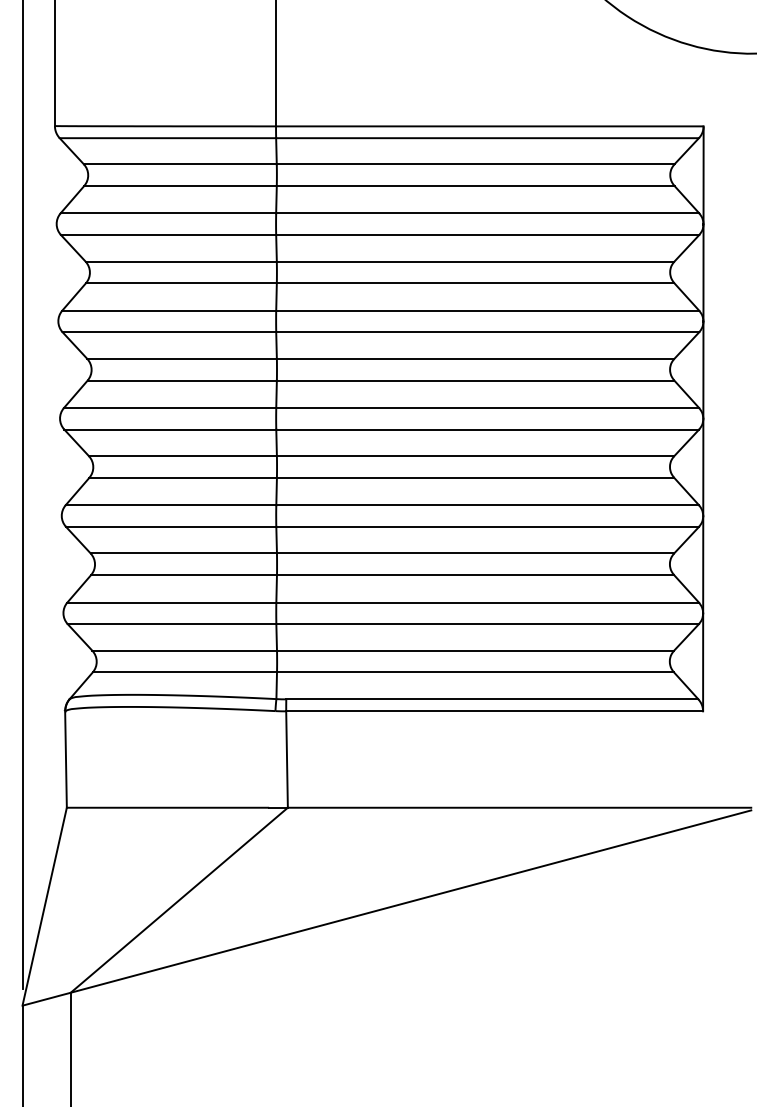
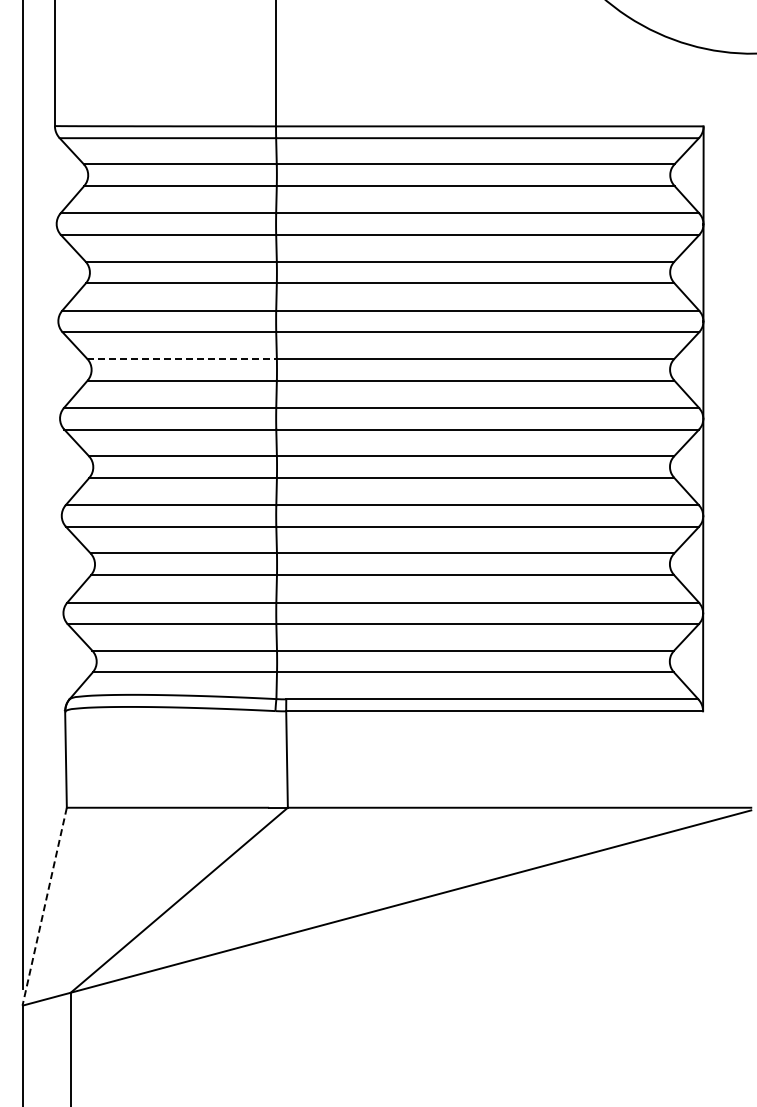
line at (182, 358): solid -> dashed
line at (44, 907): solid -> dashed
